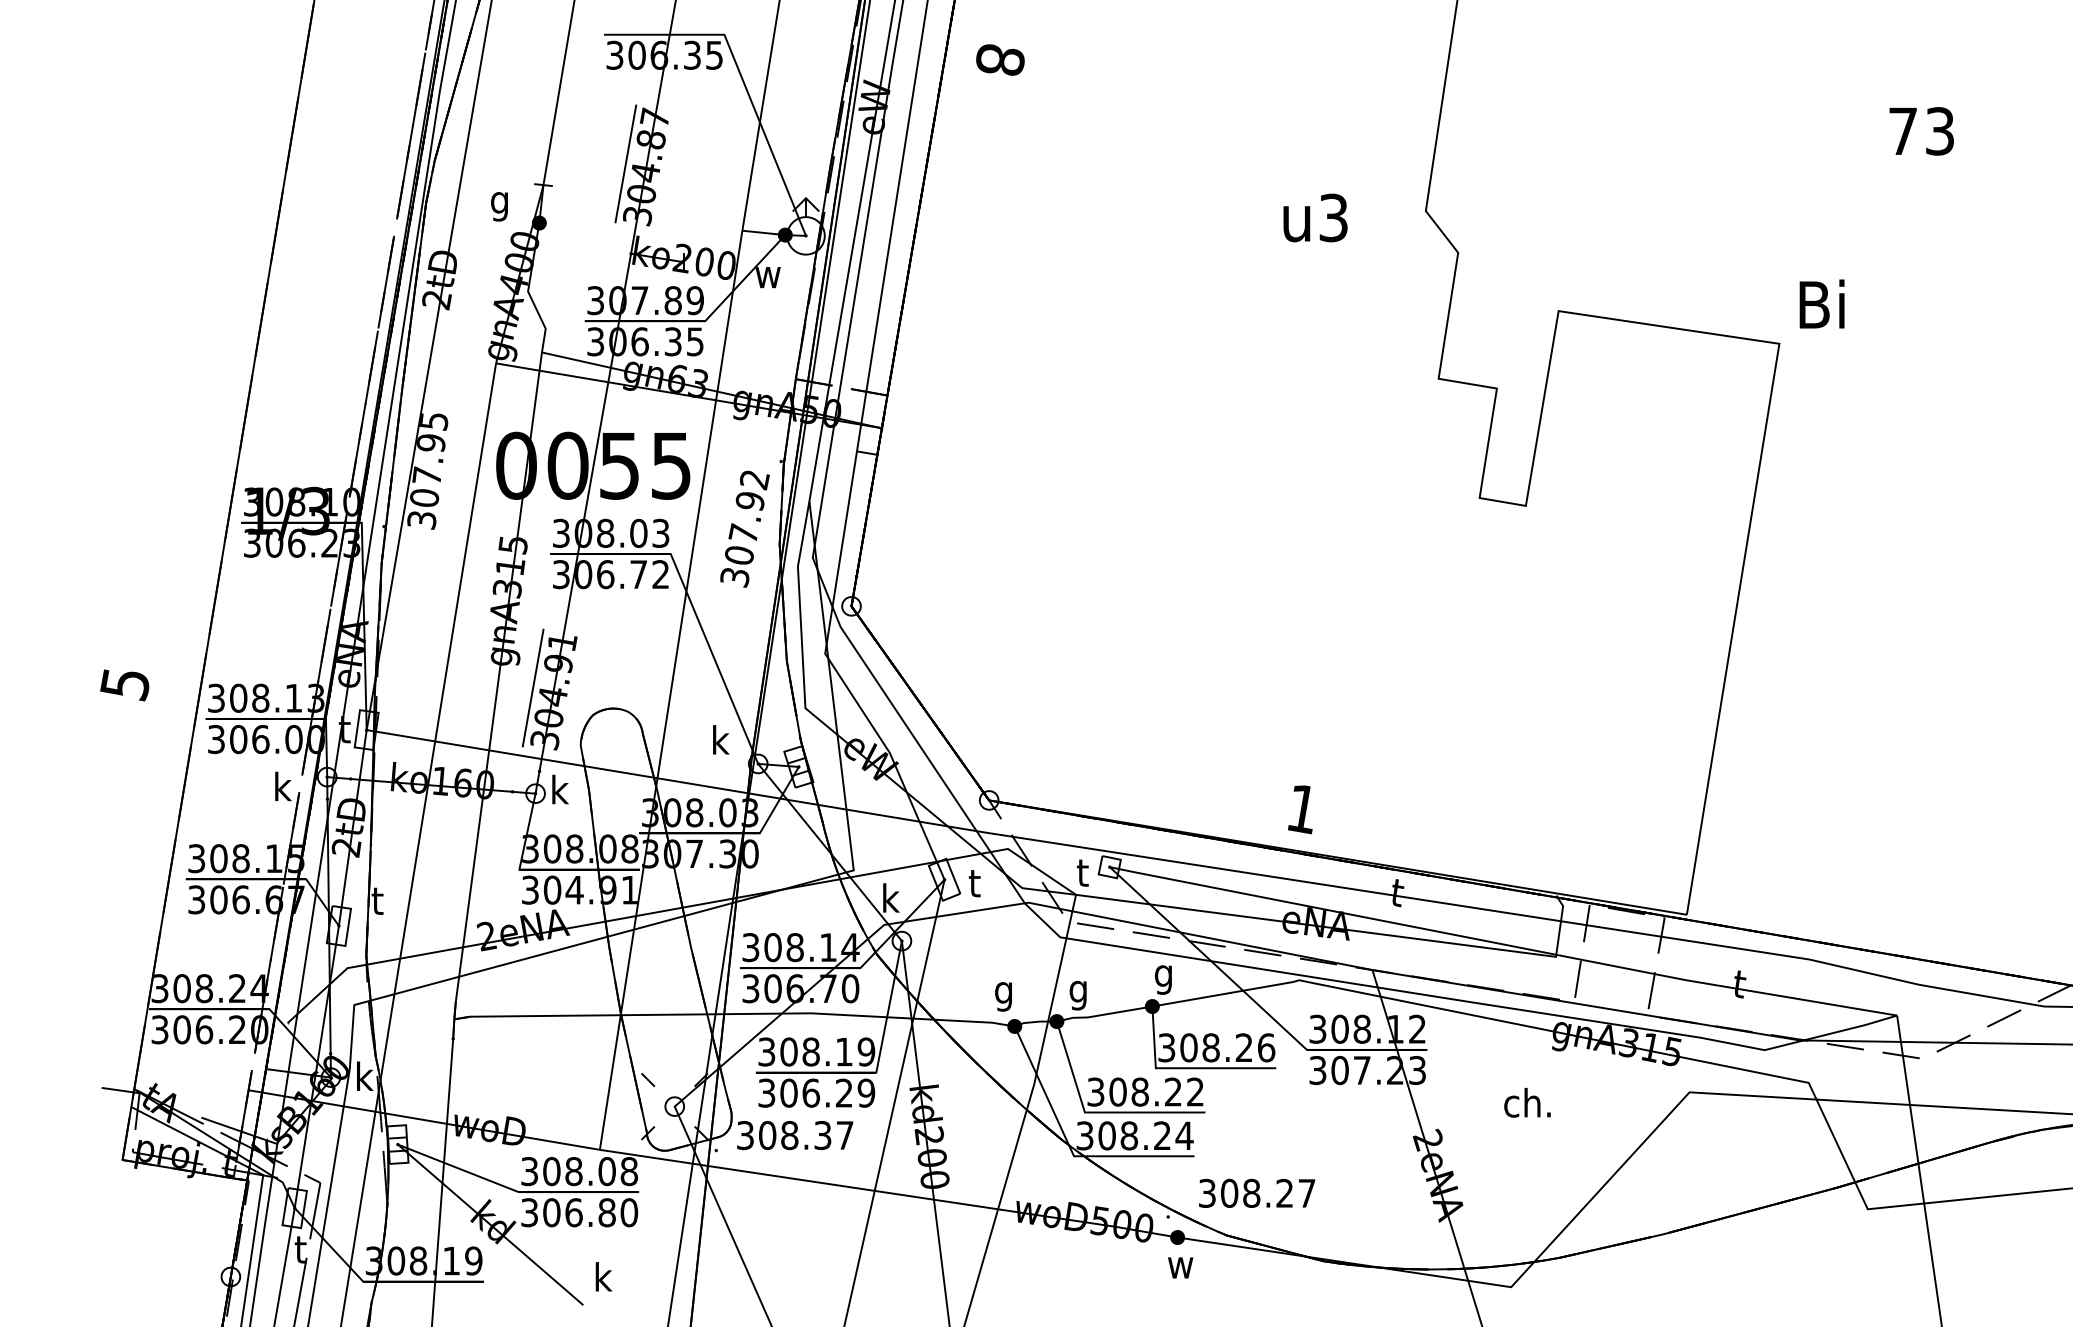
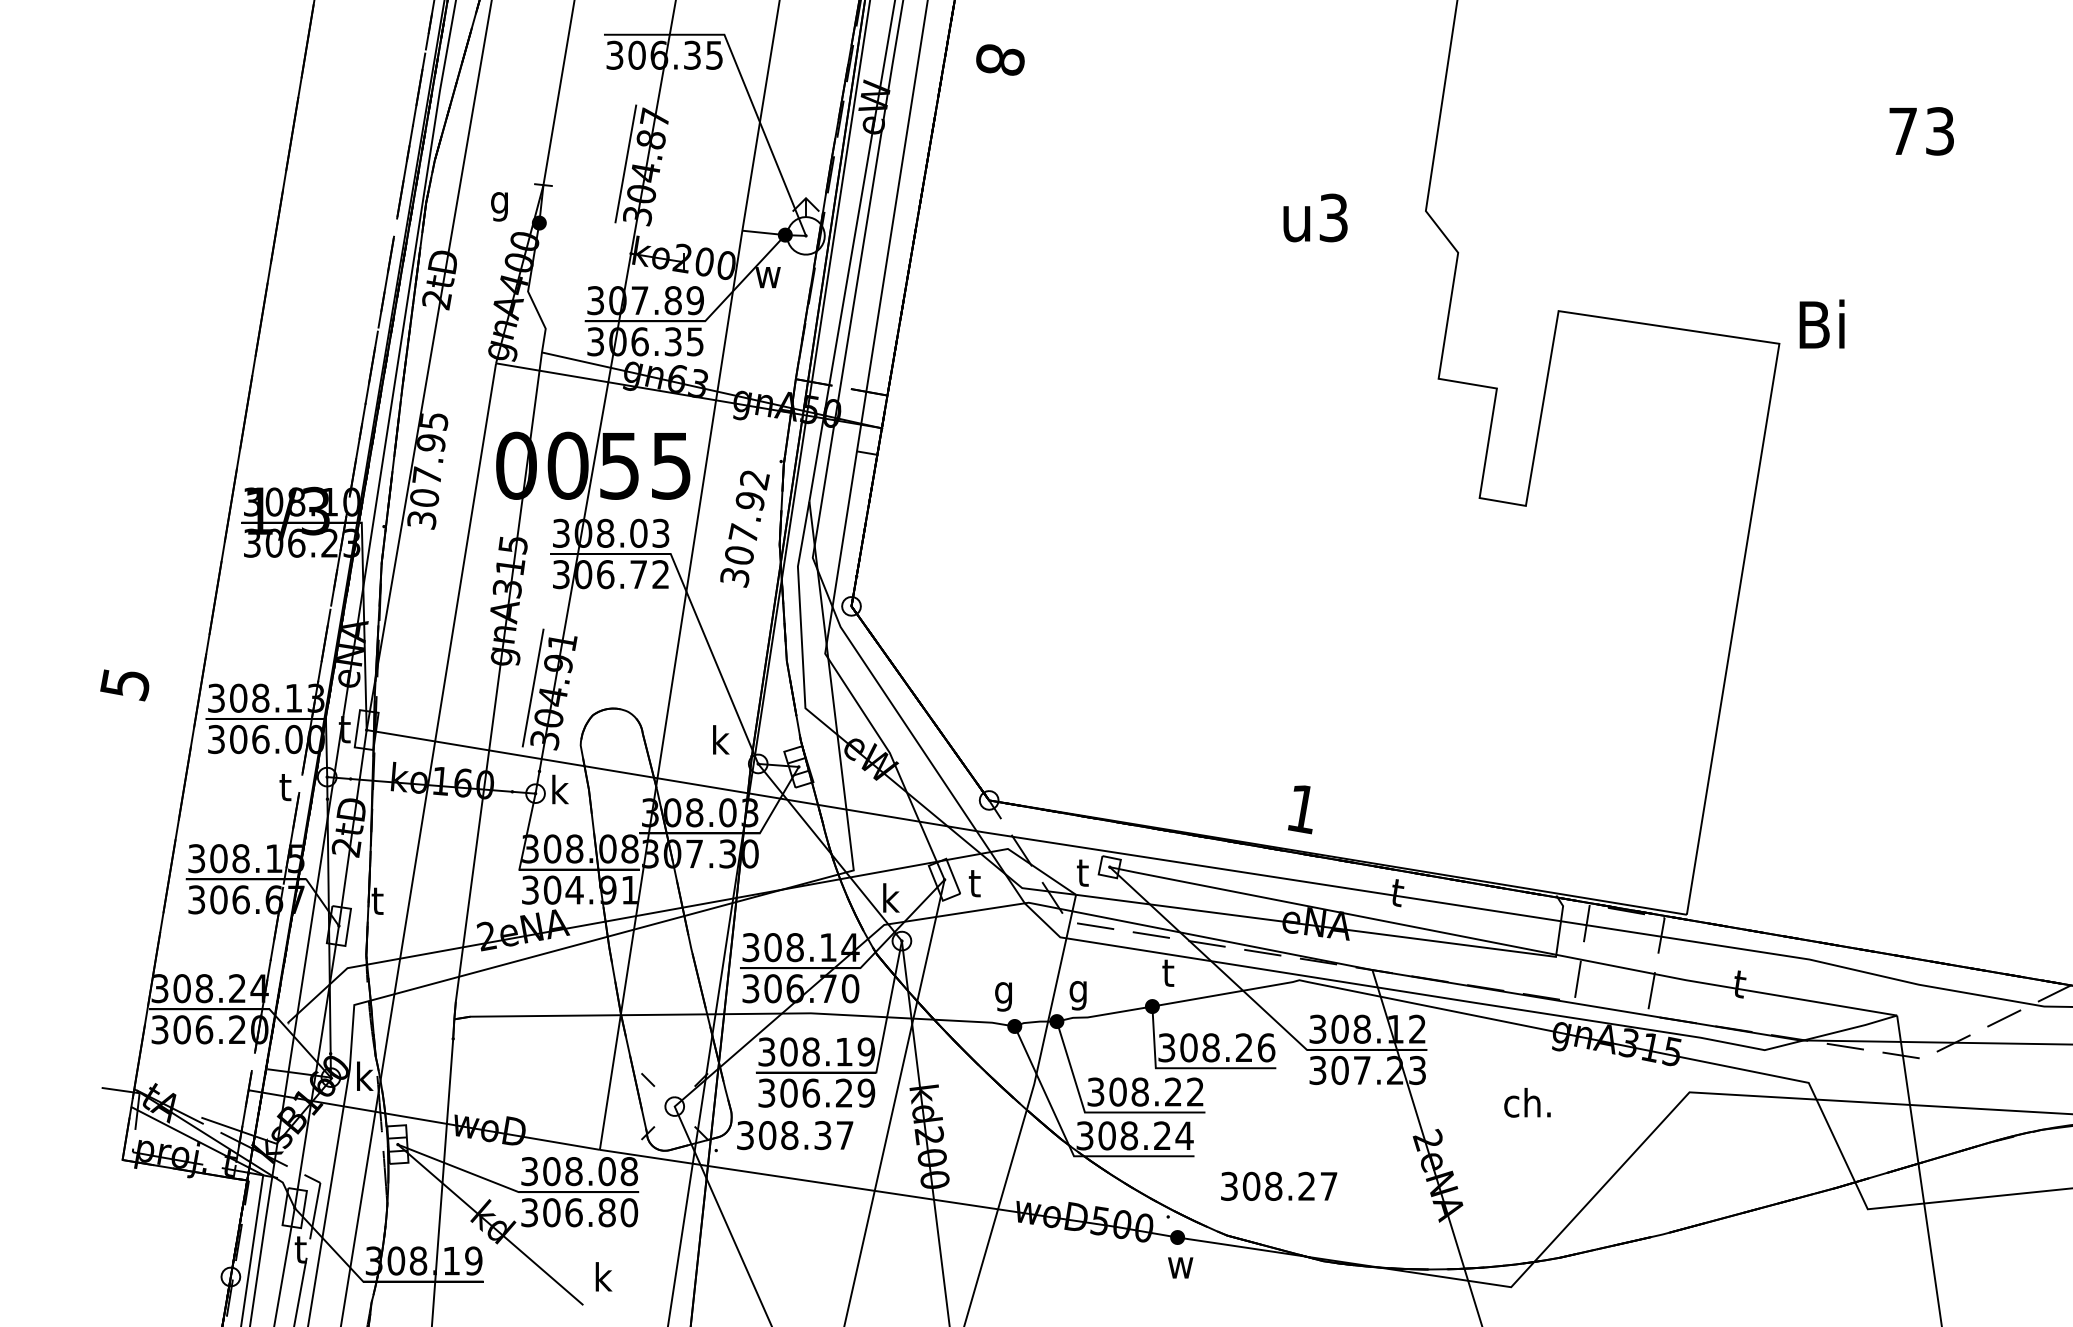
text at (1821, 303) position: (1821, 303) -> (1821, 323)
text at (283, 786): k -> t
text at (1164, 976): g -> t
text at (1257, 1192) position: (1257, 1192) -> (1279, 1185)
